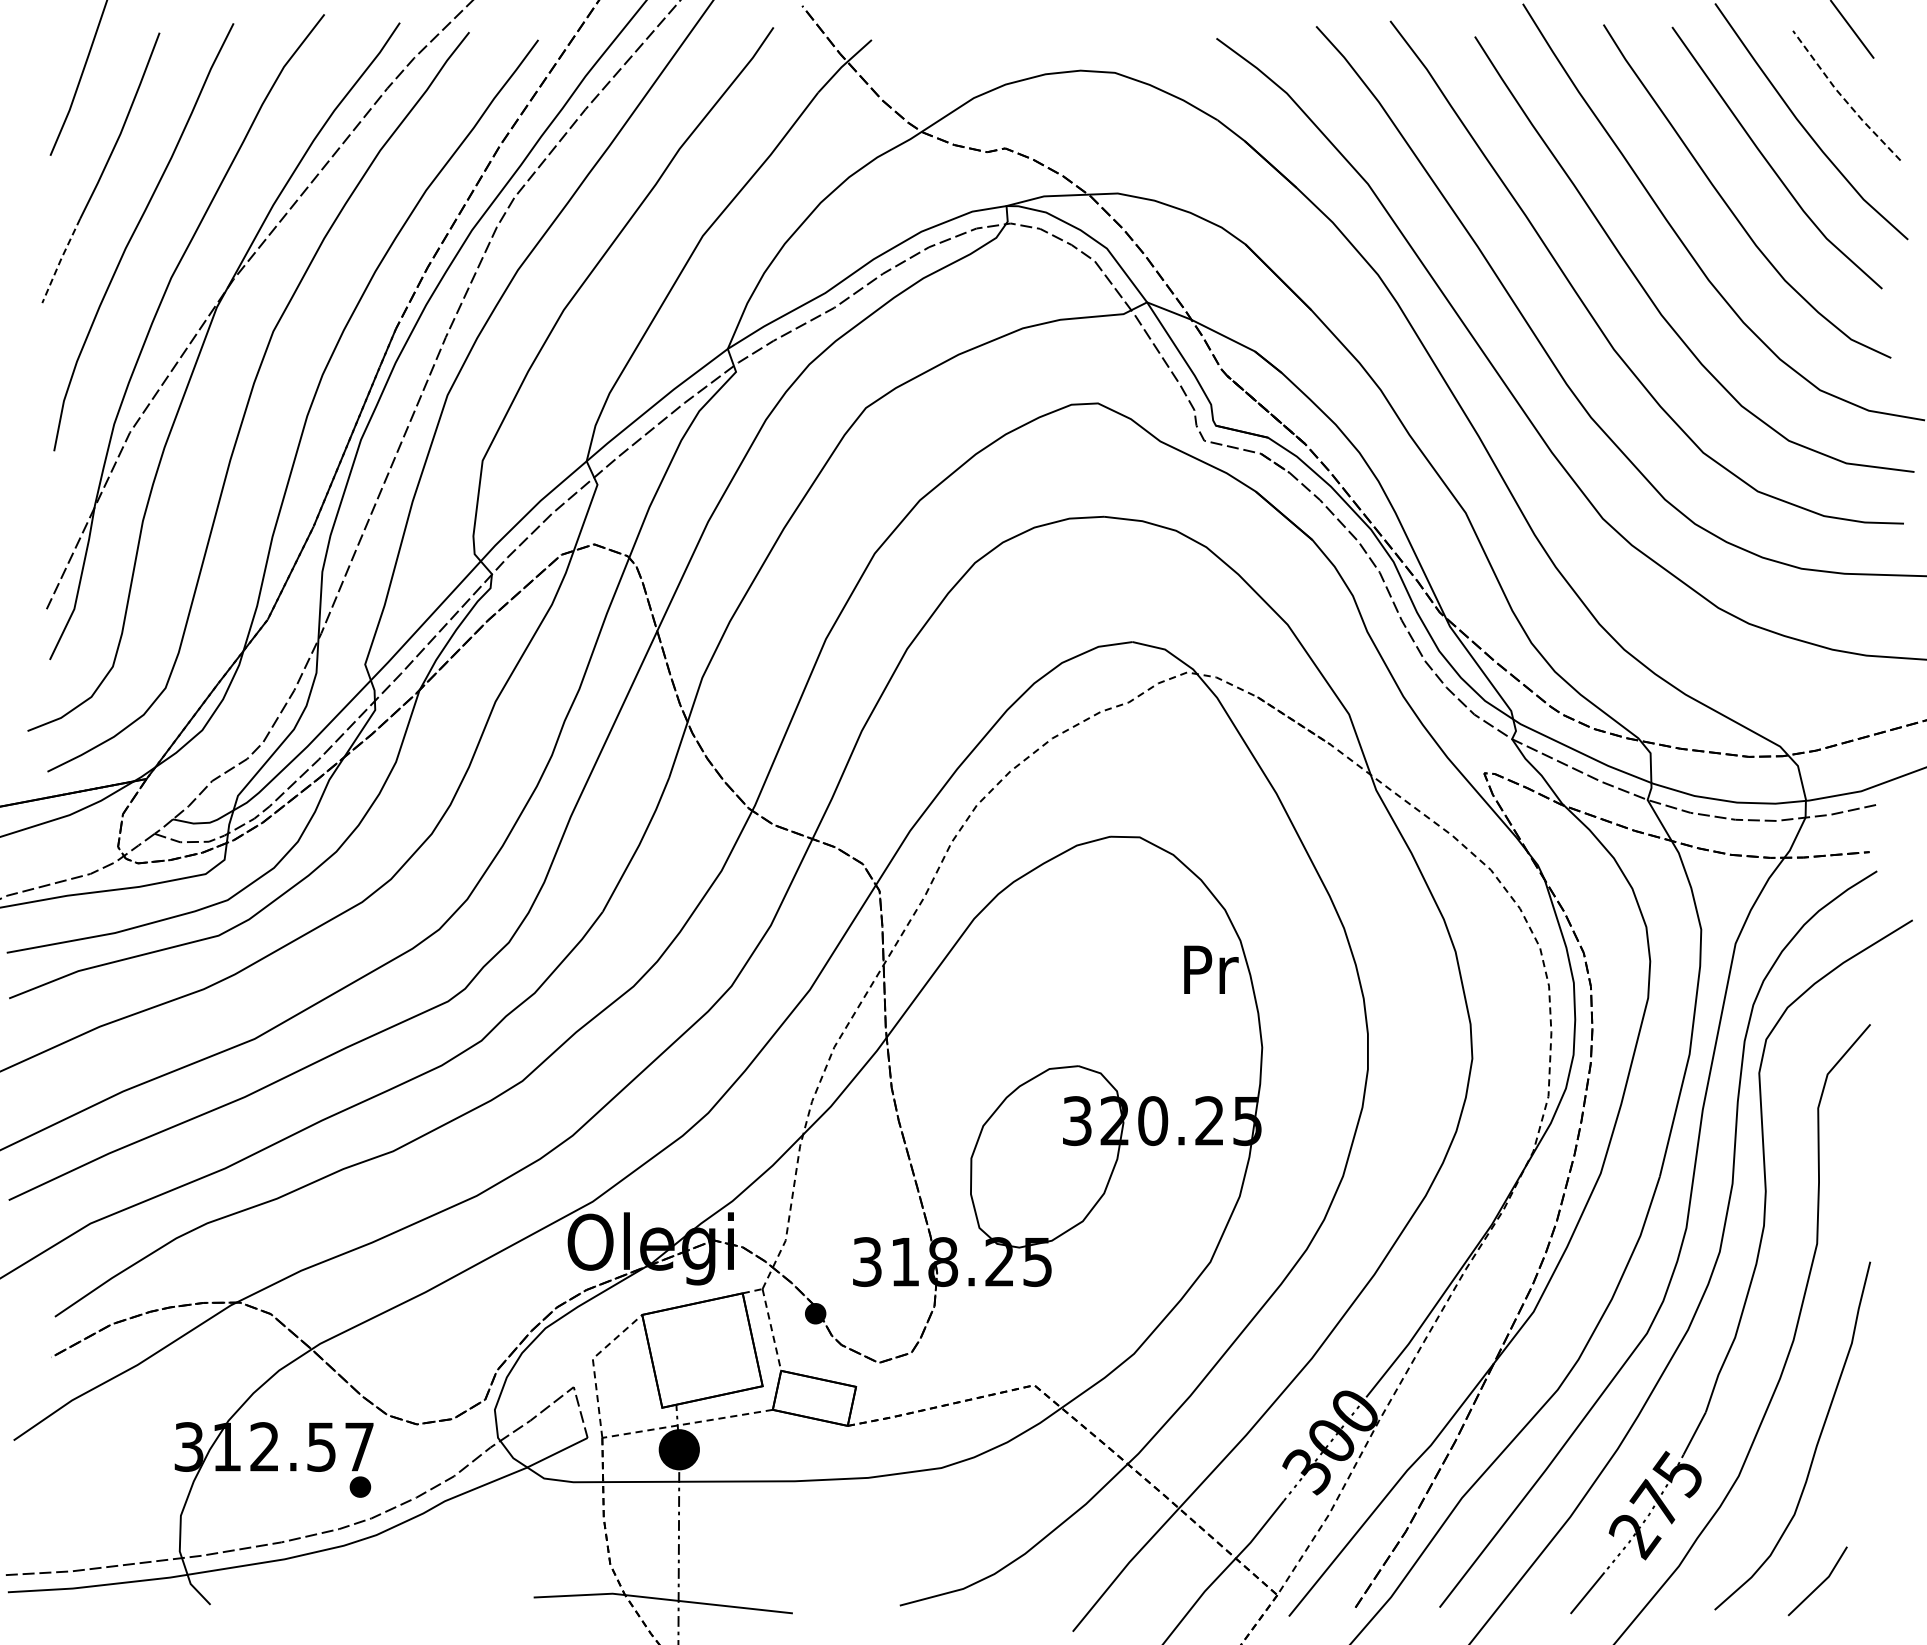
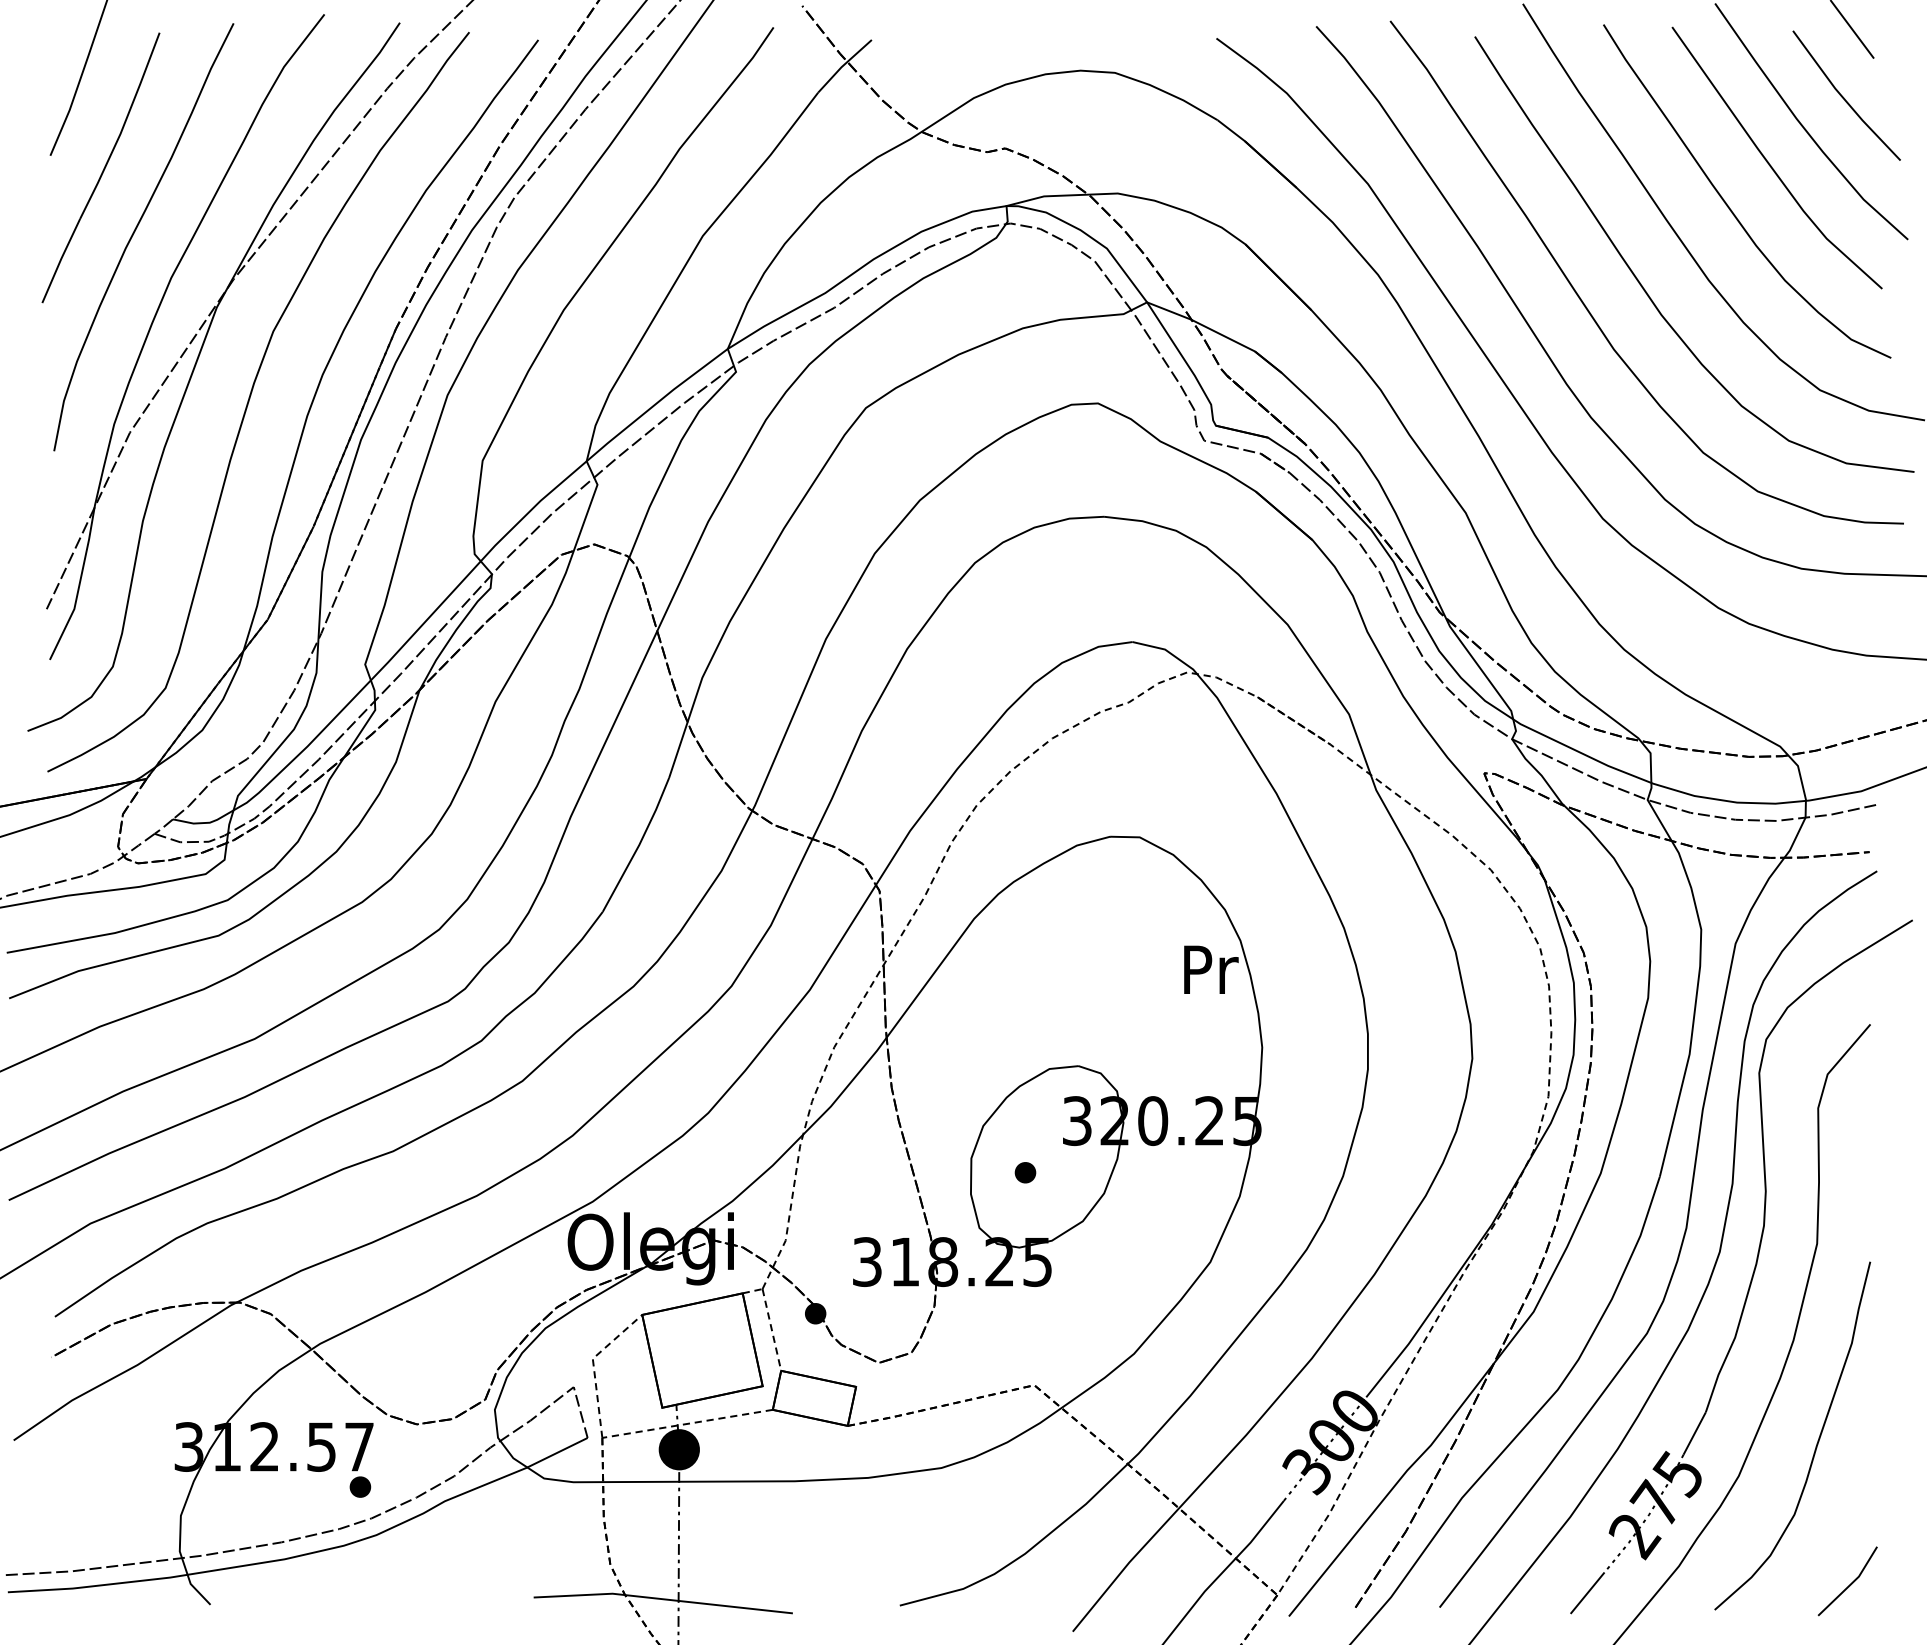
line at (1843, 98): dashed -> solid
line at (60, 260): dashed -> solid
part at (1025, 1172): none -> present
line at (1820, 1583) position: (1820, 1583) -> (1850, 1583)
